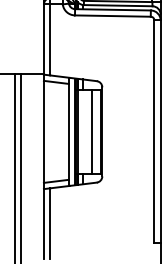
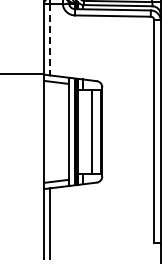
line at (50, 39): solid -> dashed
line at (14, 166): present -> none
line at (20, 166): present -> none
